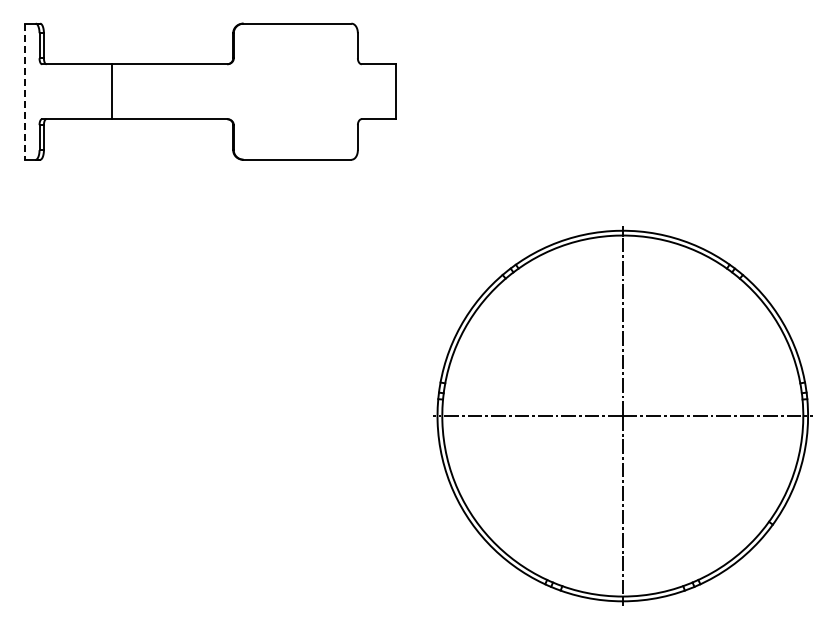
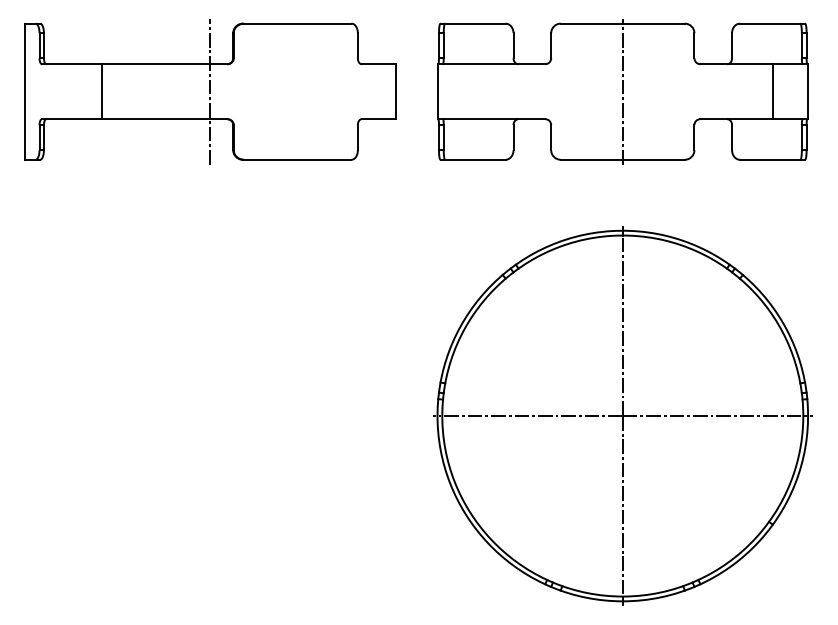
line at (111, 91) position: (111, 91) -> (101, 91)
line at (210, 91): none -> present
part at (622, 91): none -> present
line at (25, 92): dashed -> solid
